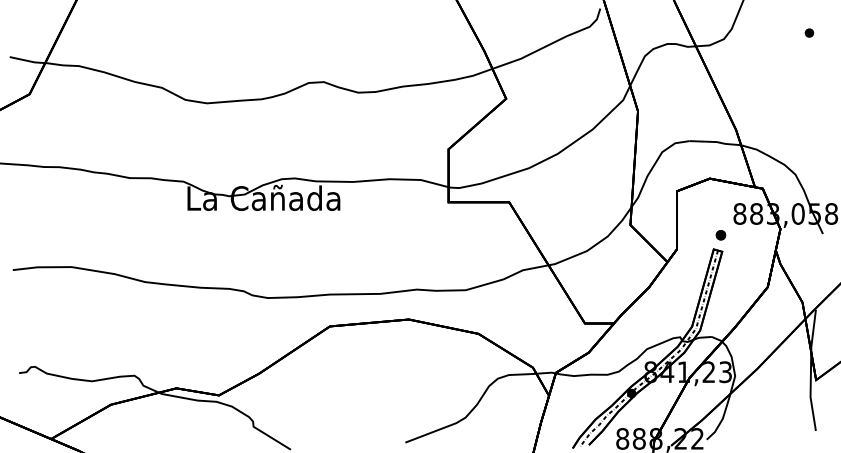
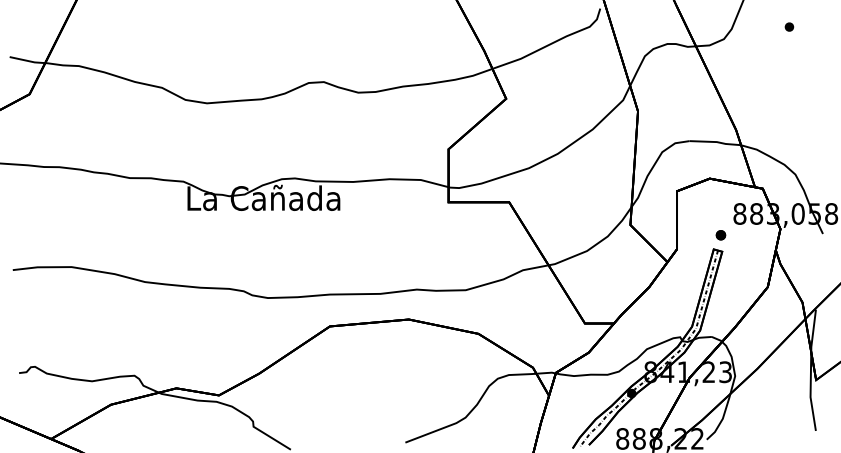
part at (809, 32) position: (809, 32) -> (789, 26)
